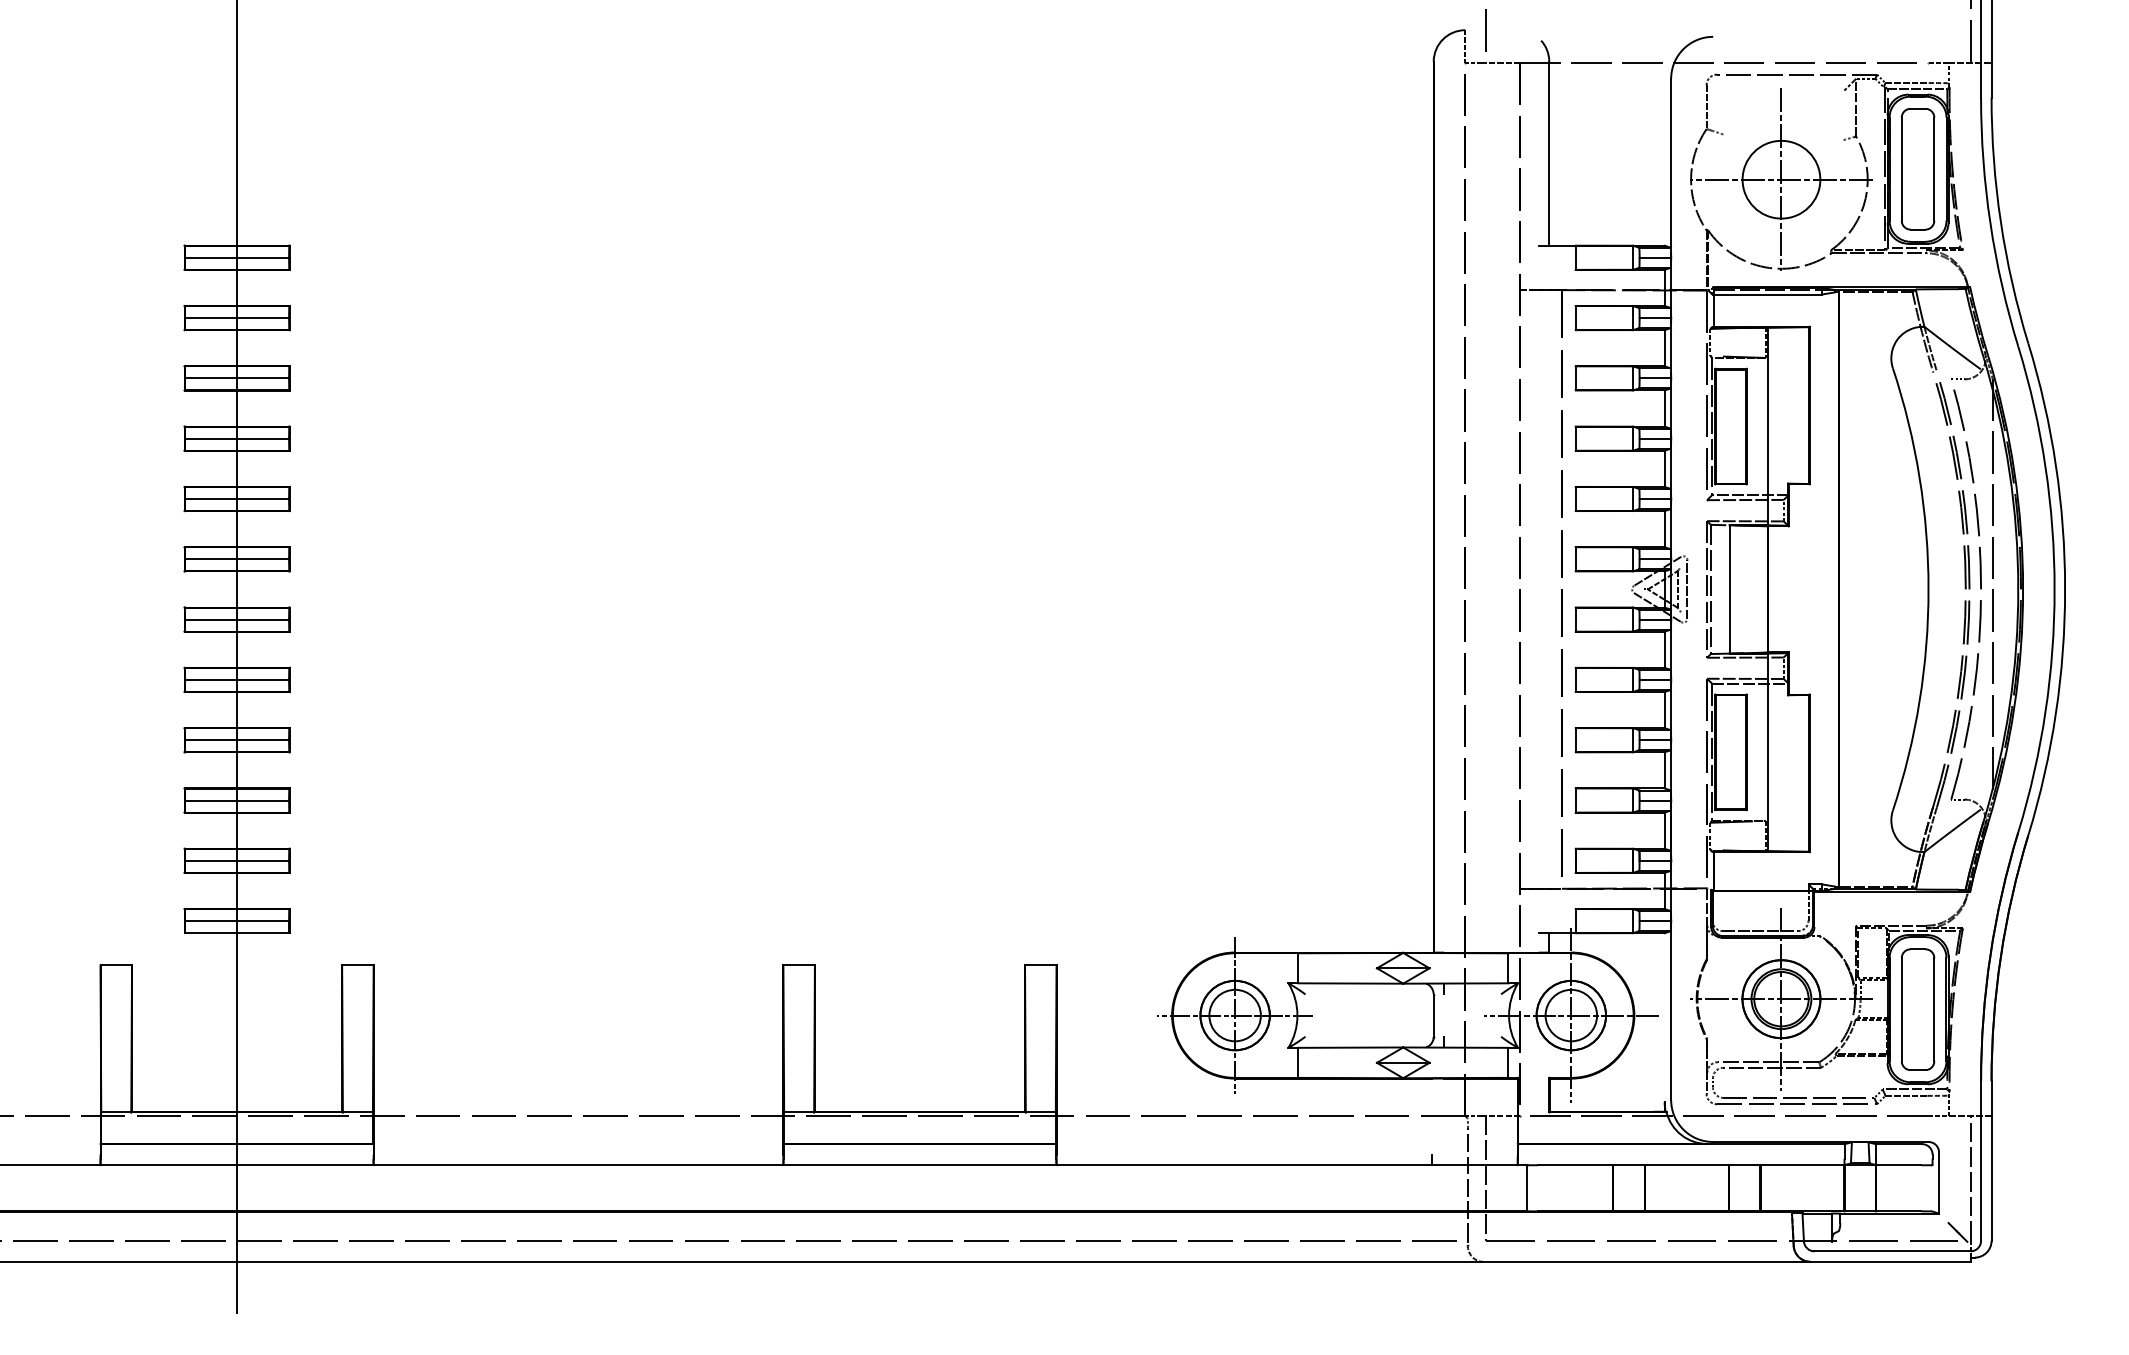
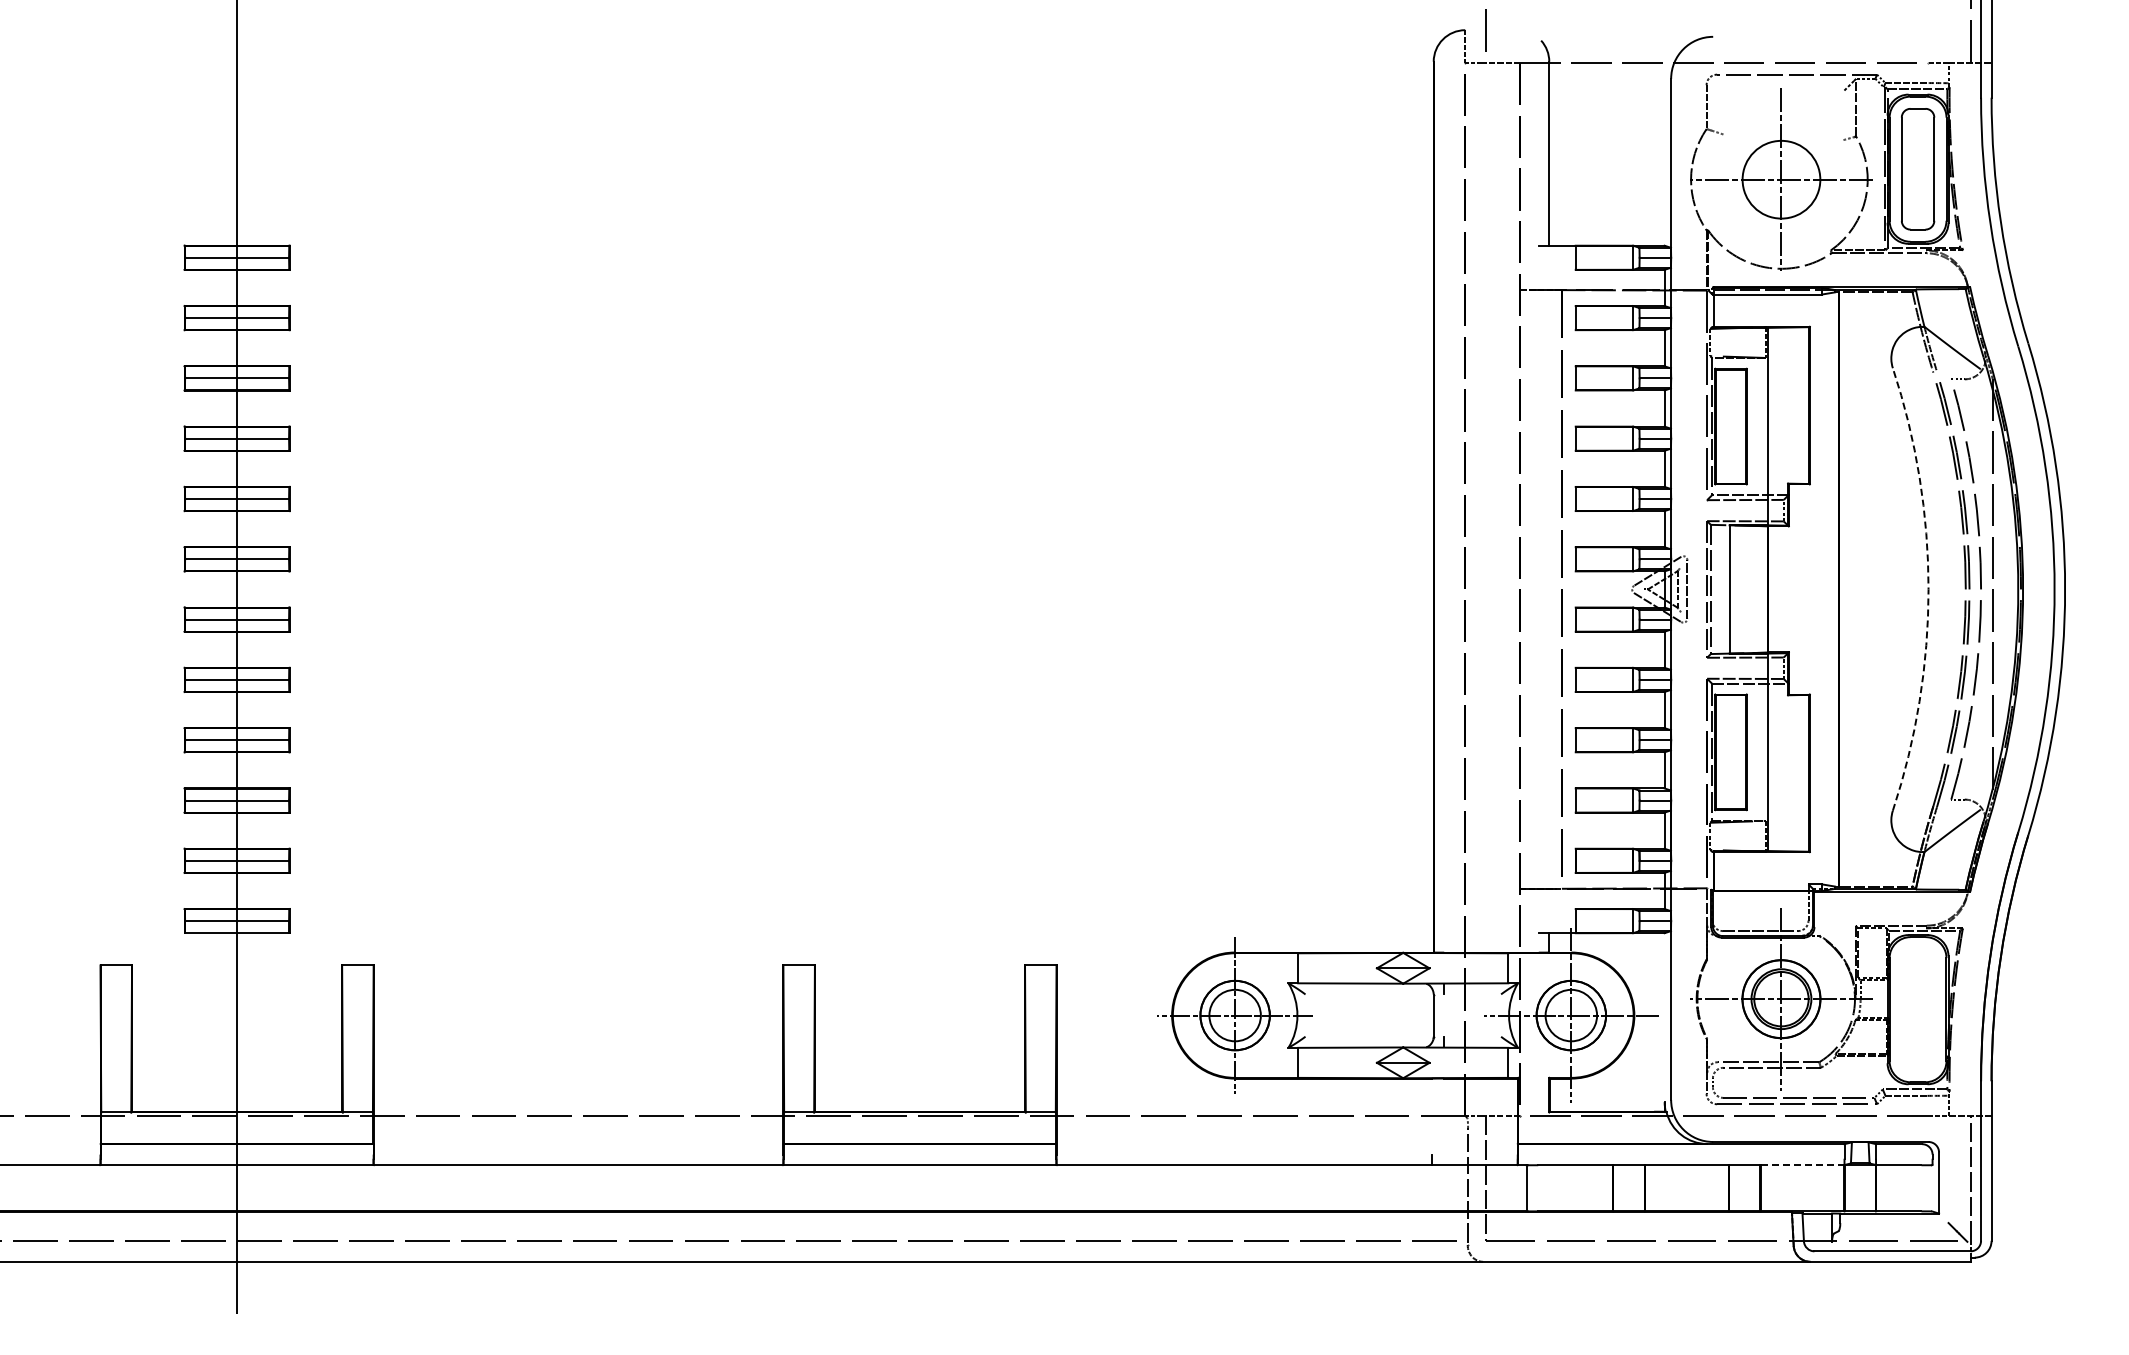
arc at (1928, 589): solid -> dashed
part at (1918, 1009): present -> none
line at (1802, 1165): solid -> dashed
